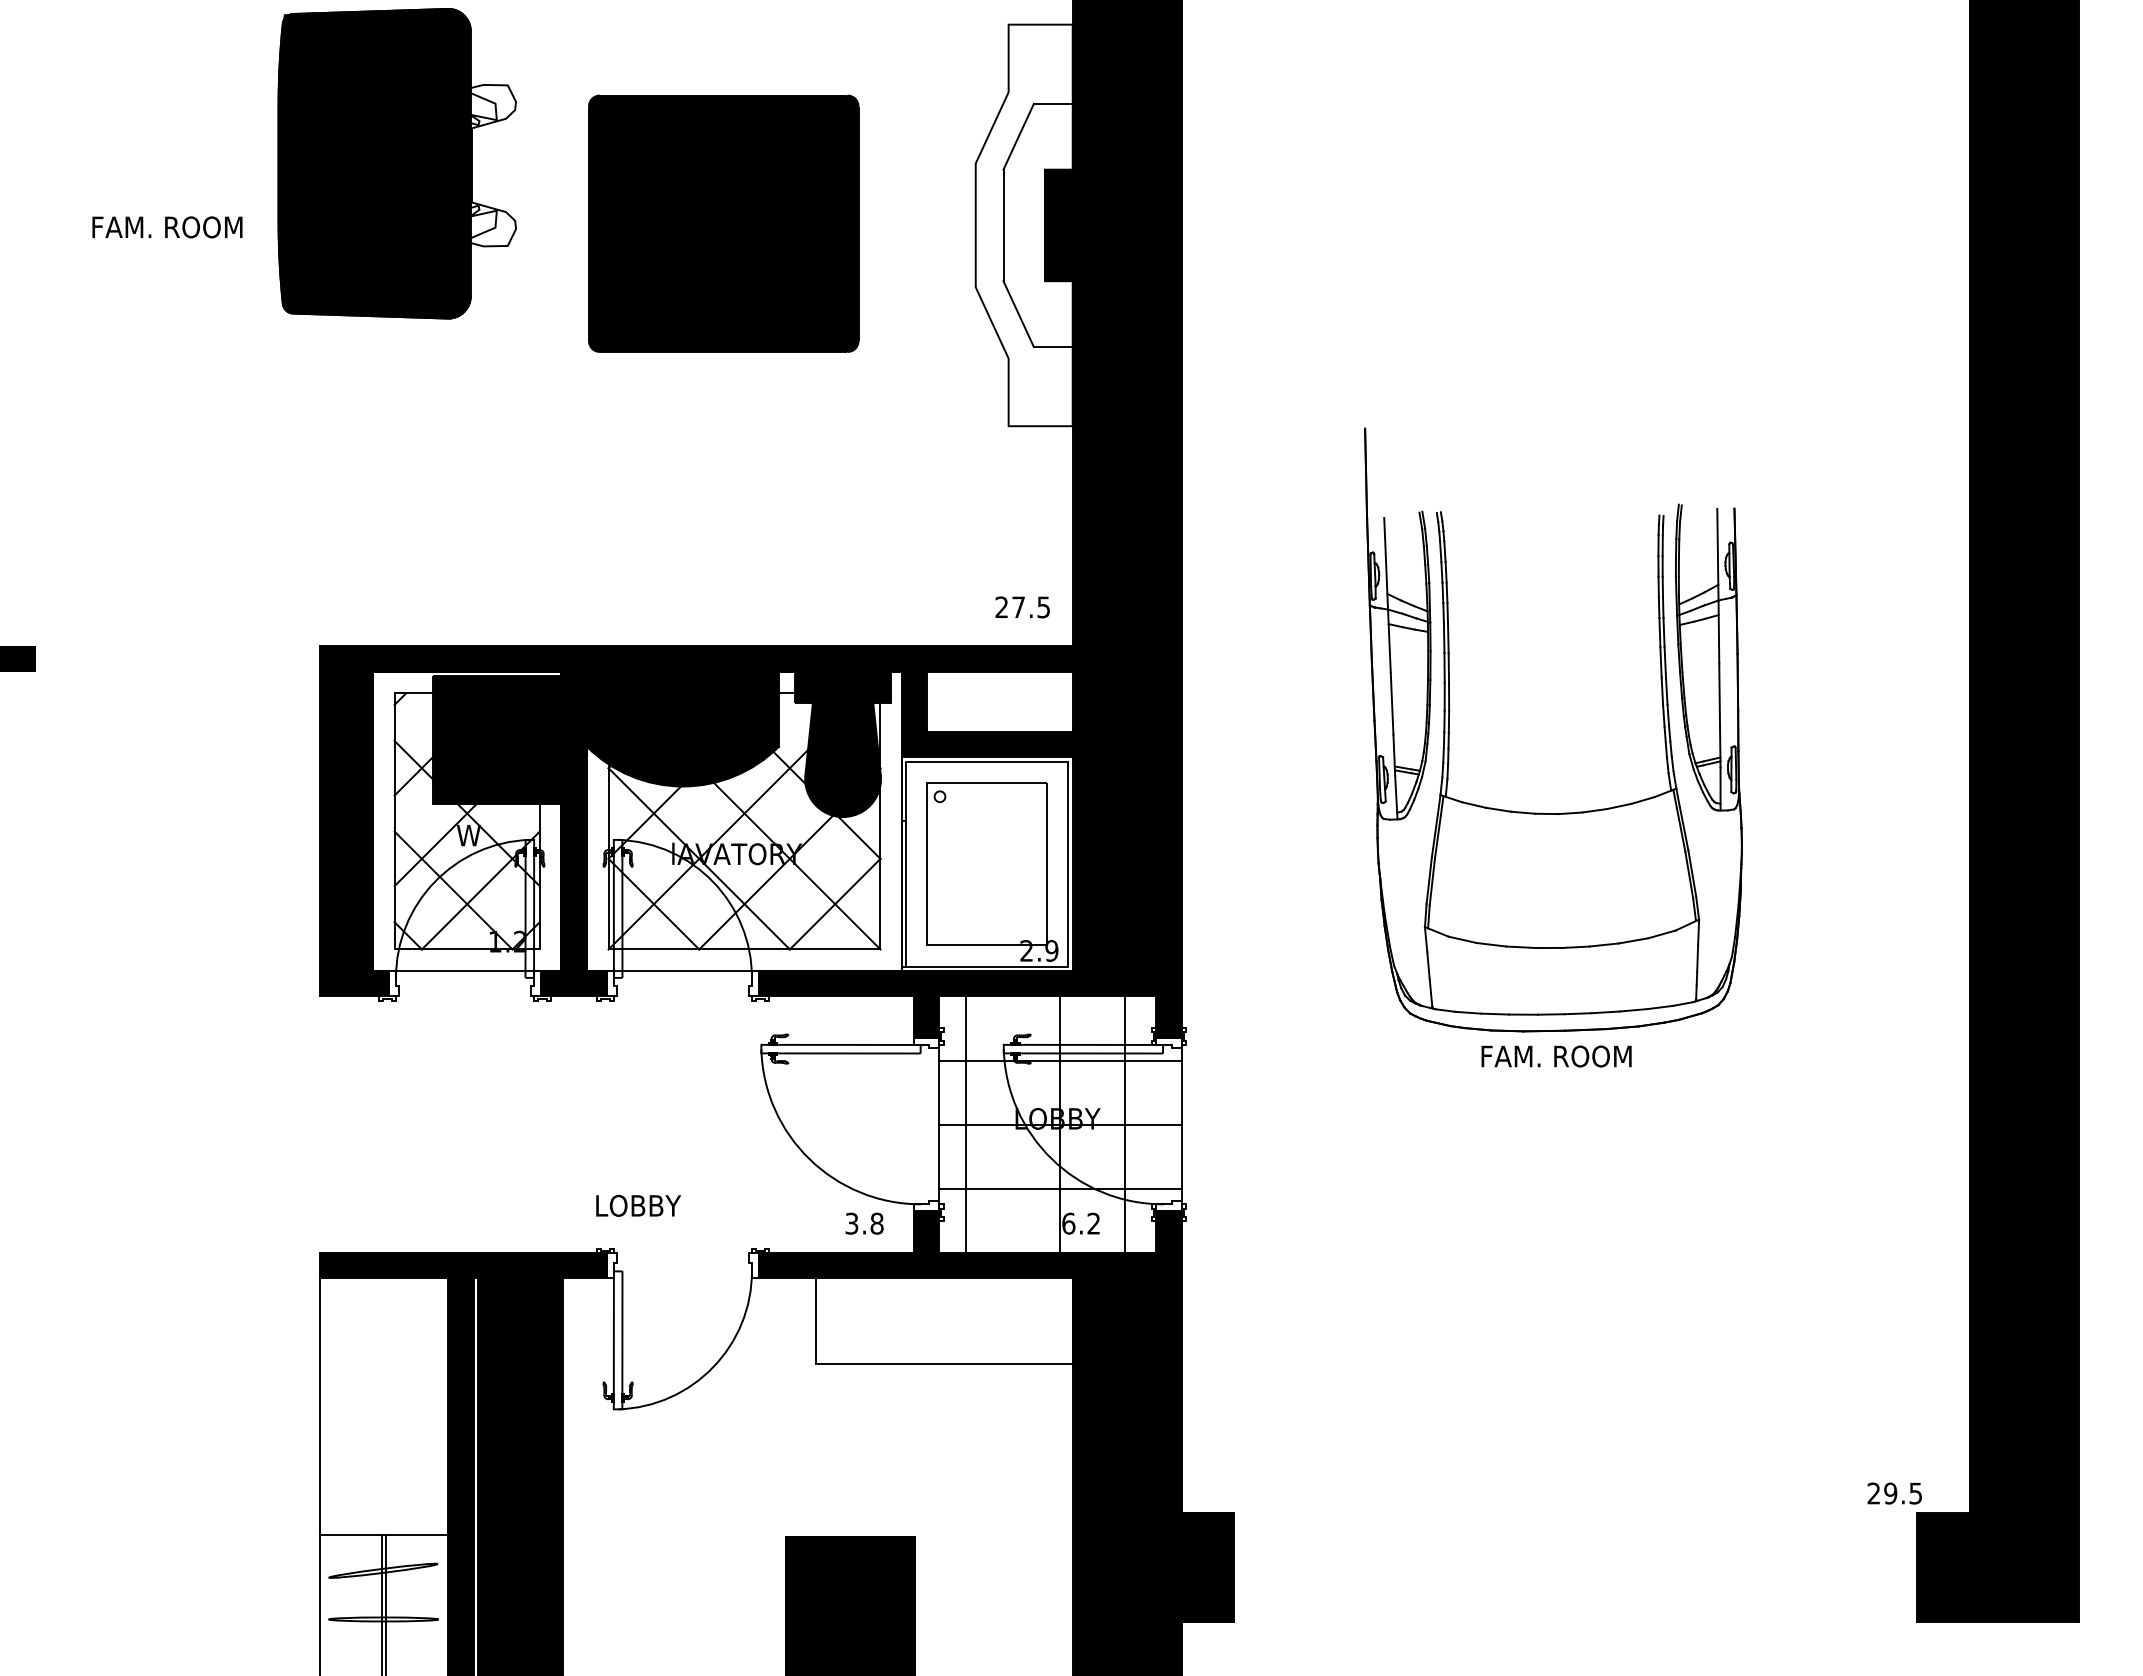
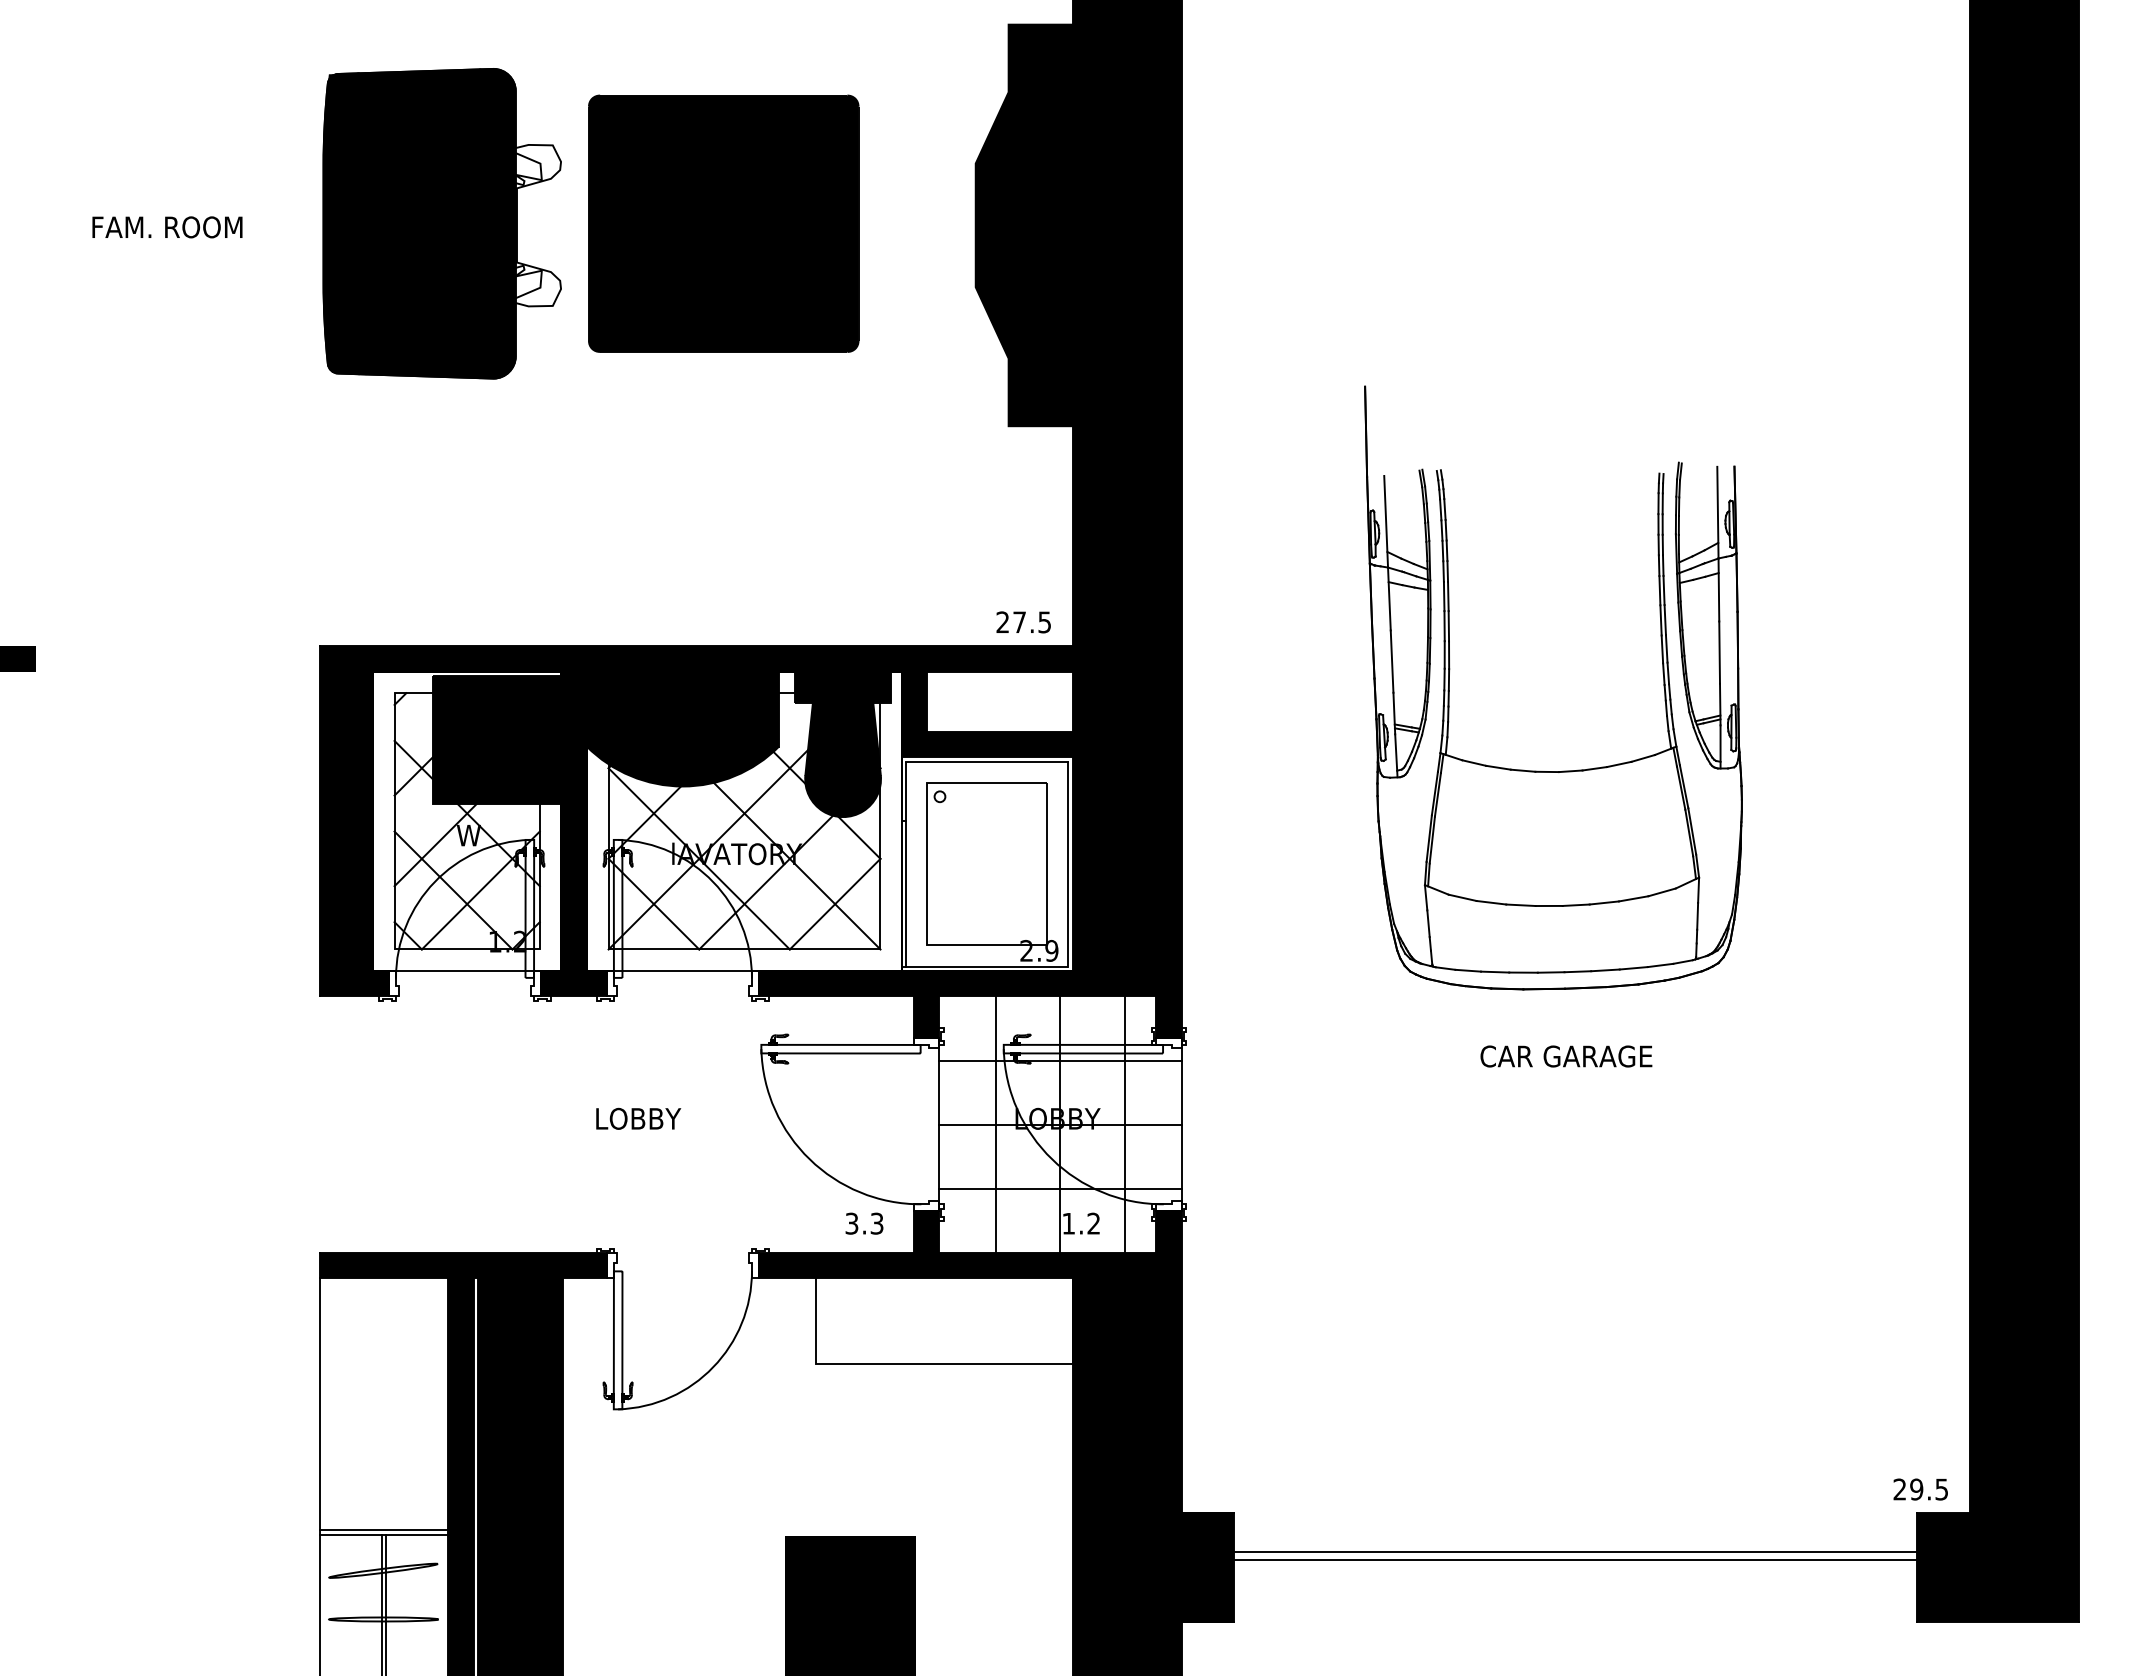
part at (396, 163) position: (396, 163) -> (441, 223)
fill at (1023, 225): none -> present
text at (1022, 607) position: (1022, 607) -> (1023, 622)
part at (1562, 812) position: (1562, 812) -> (1562, 770)
text at (1566, 1056): FAM. ROOM -> CAR GARAGE
line at (966, 1124) position: (966, 1124) -> (996, 1124)
text at (638, 1205) position: (638, 1205) -> (638, 1118)
text at (876, 1223): 3.8 -> 3.3
text at (1068, 1223): 6.2 -> 1.2
text at (1894, 1493) position: (1894, 1493) -> (1920, 1489)
line at (383, 1530): none -> present
line at (1575, 1551): none -> present
line at (1575, 1560): none -> present
